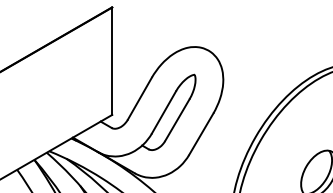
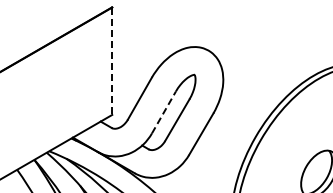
line at (112, 61): solid -> dashed
line at (164, 112): solid -> dashed
